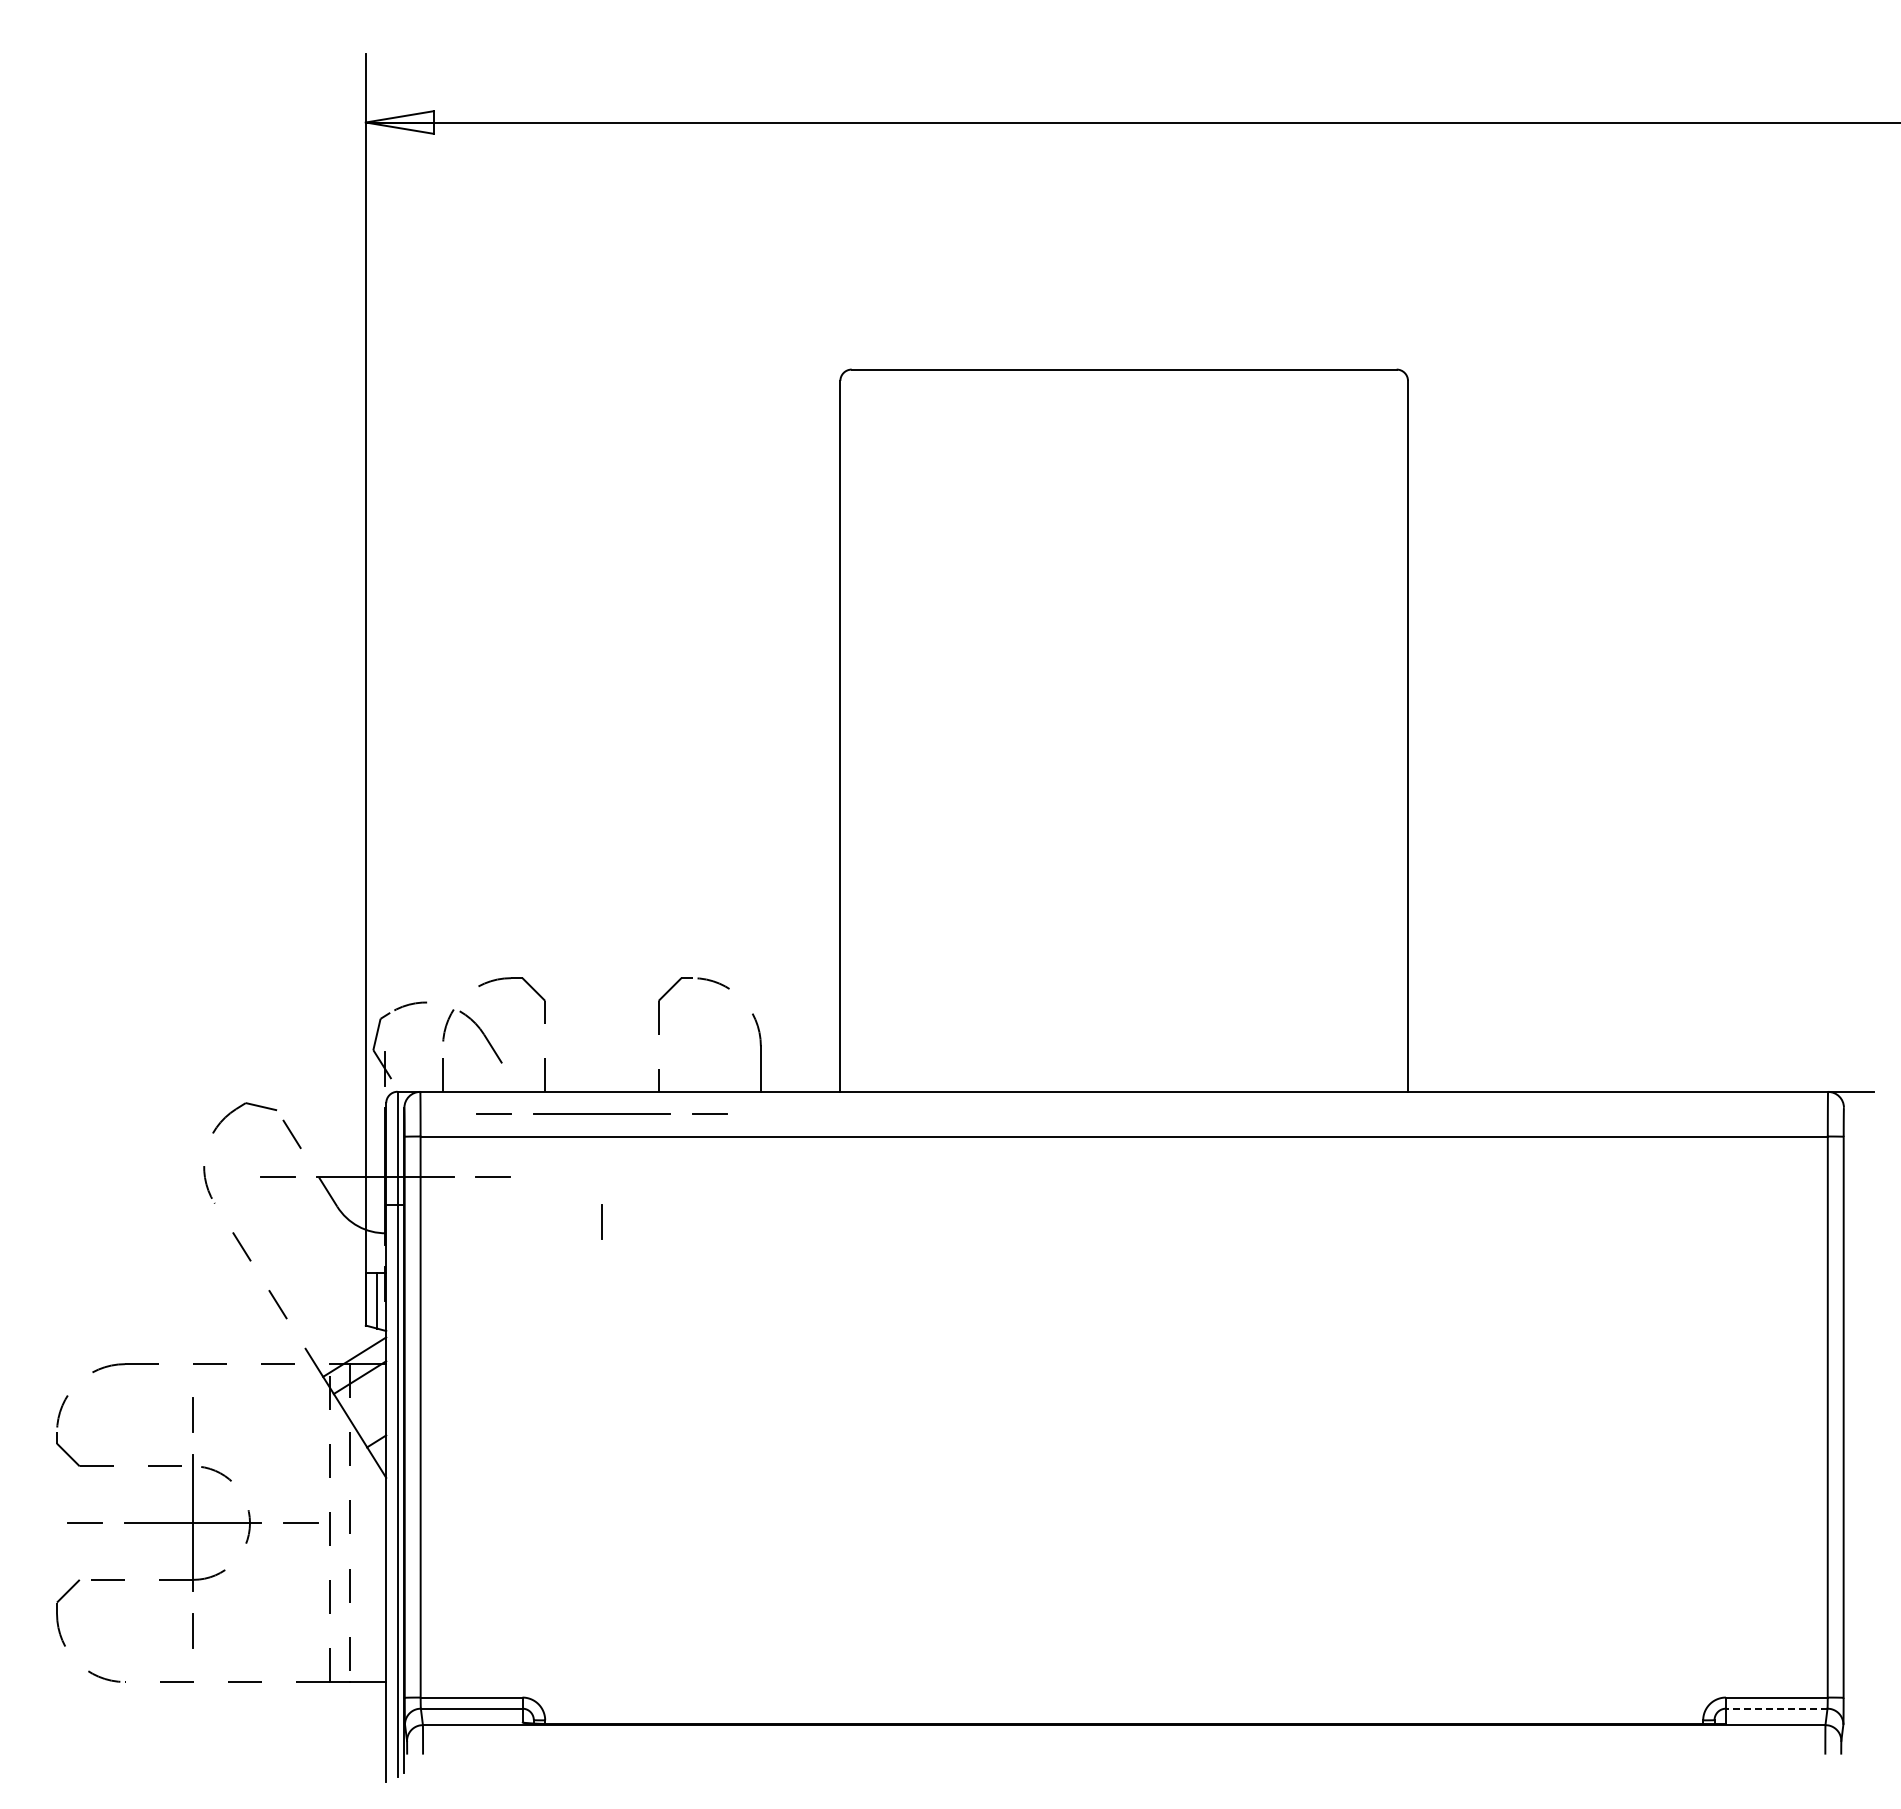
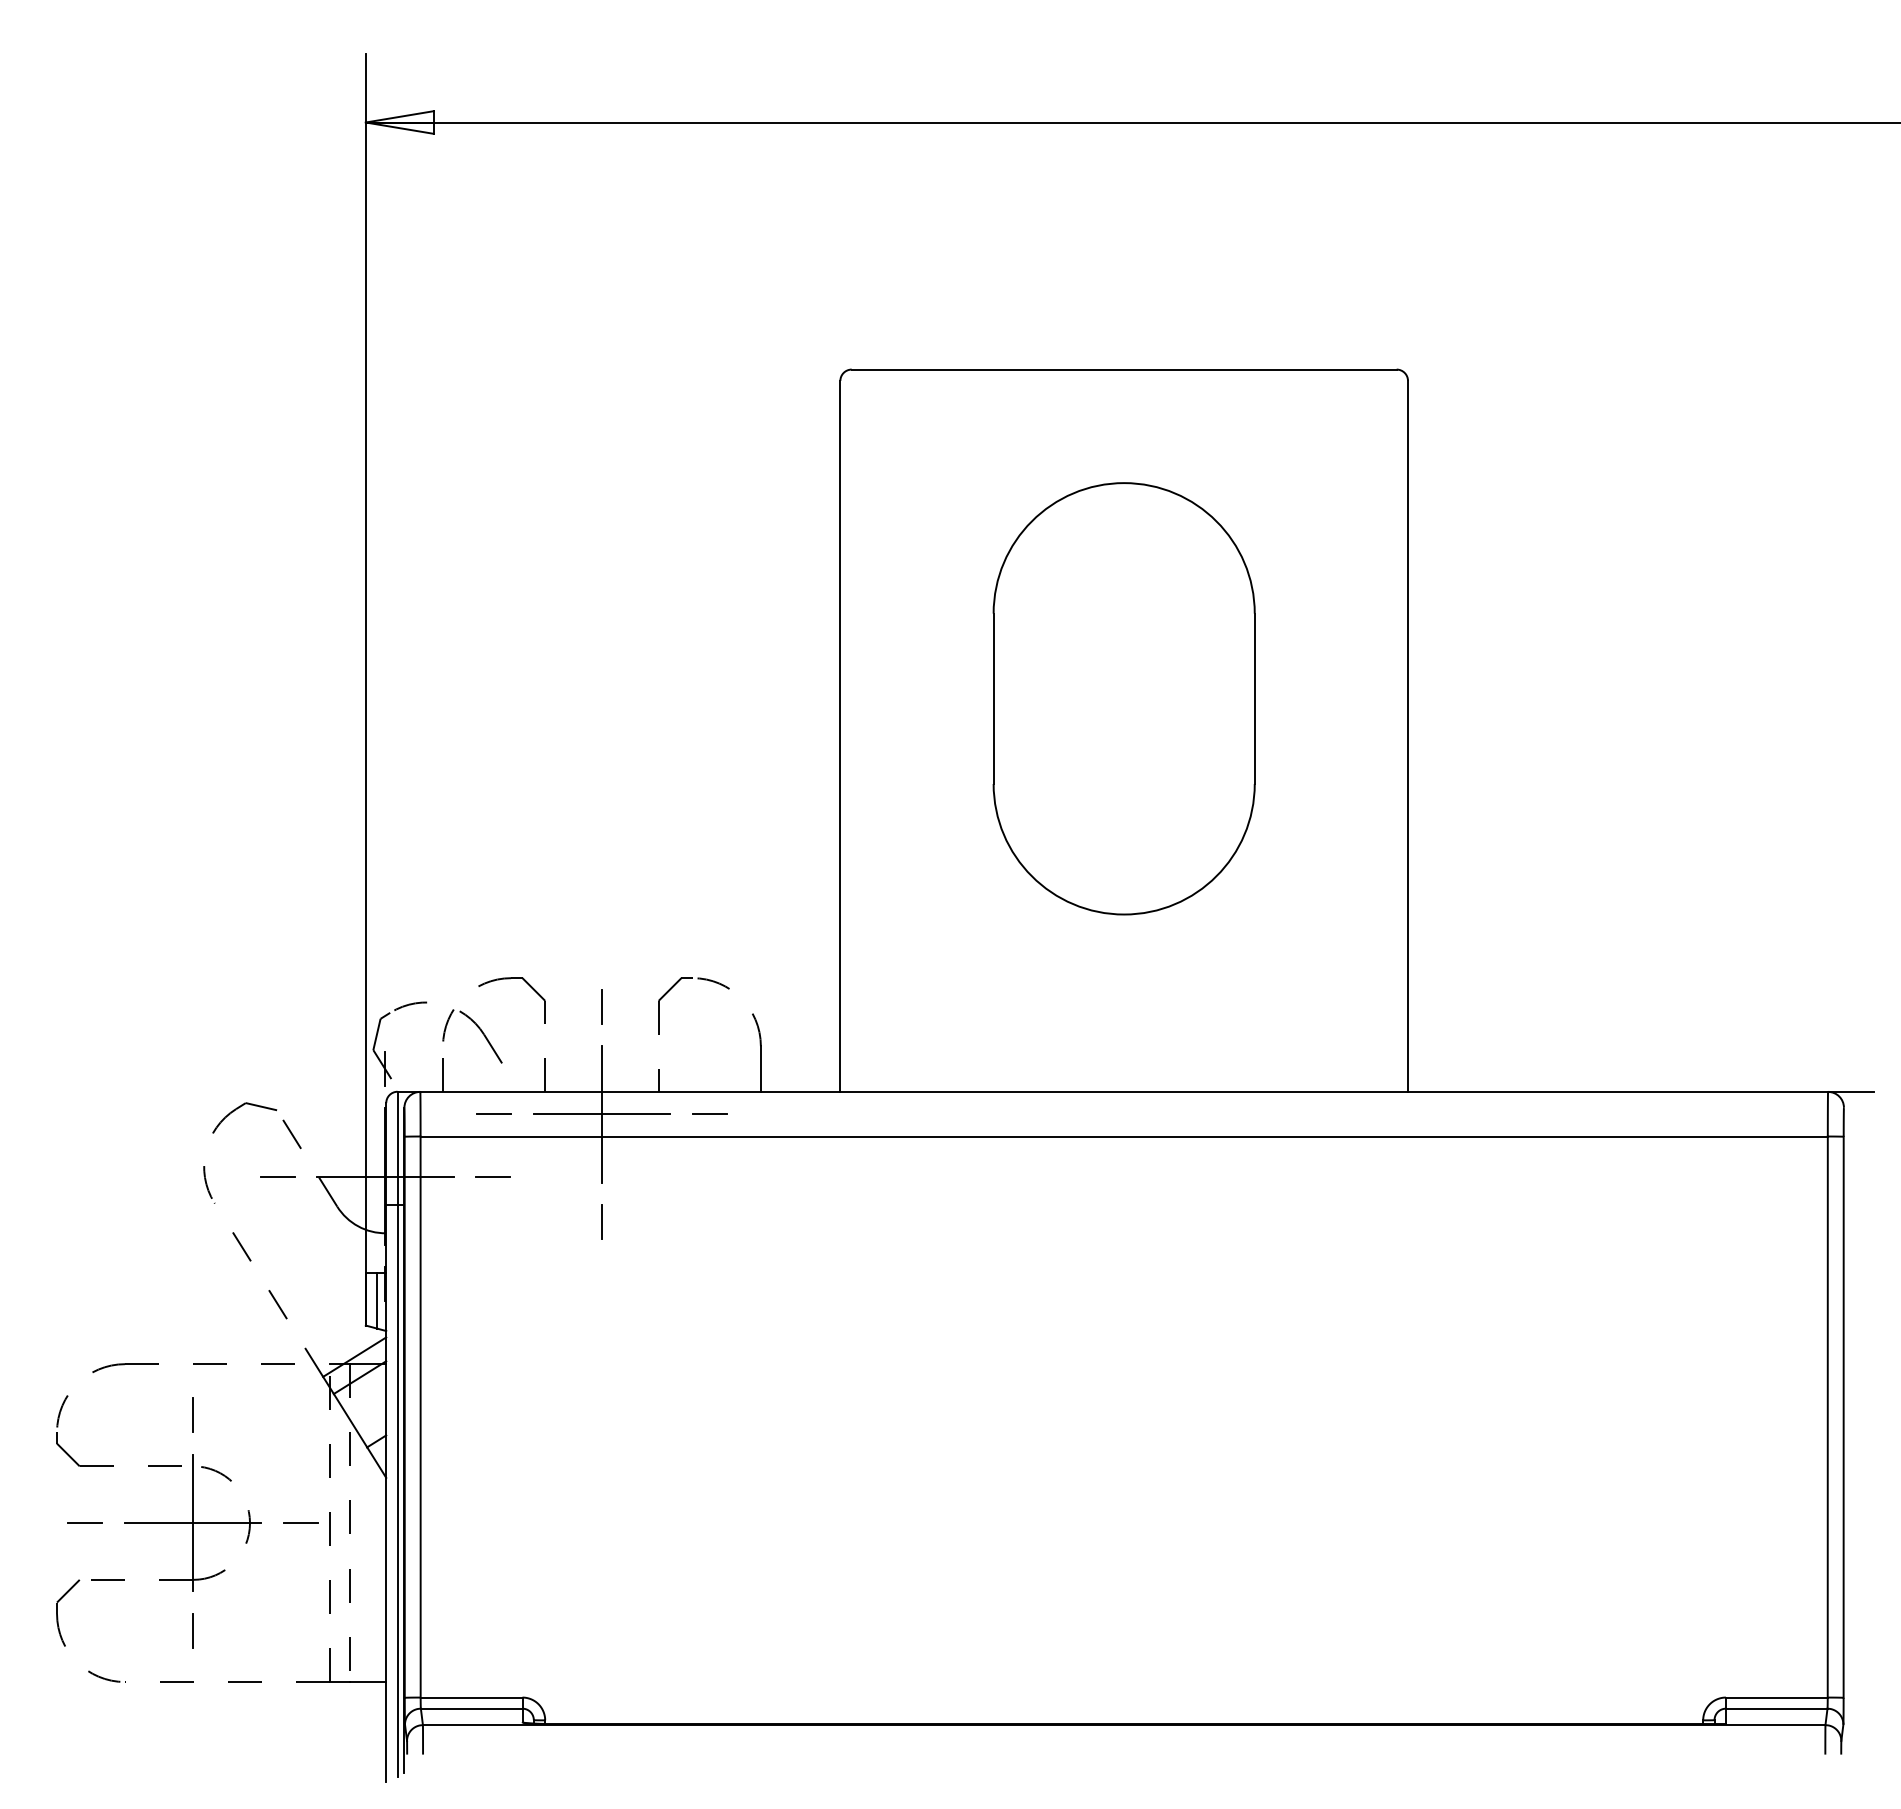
part at (1123, 698): none -> present
line at (601, 1006): none -> present
line at (601, 1114): none -> present
line at (1776, 1708): dashed -> solid
